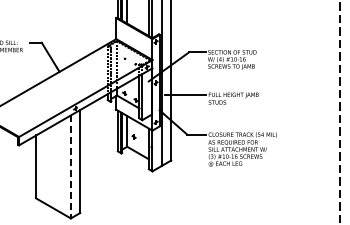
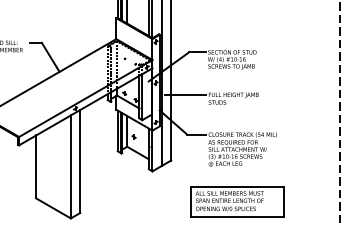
line at (70, 167): dashed -> solid
part at (237, 201): none -> present
